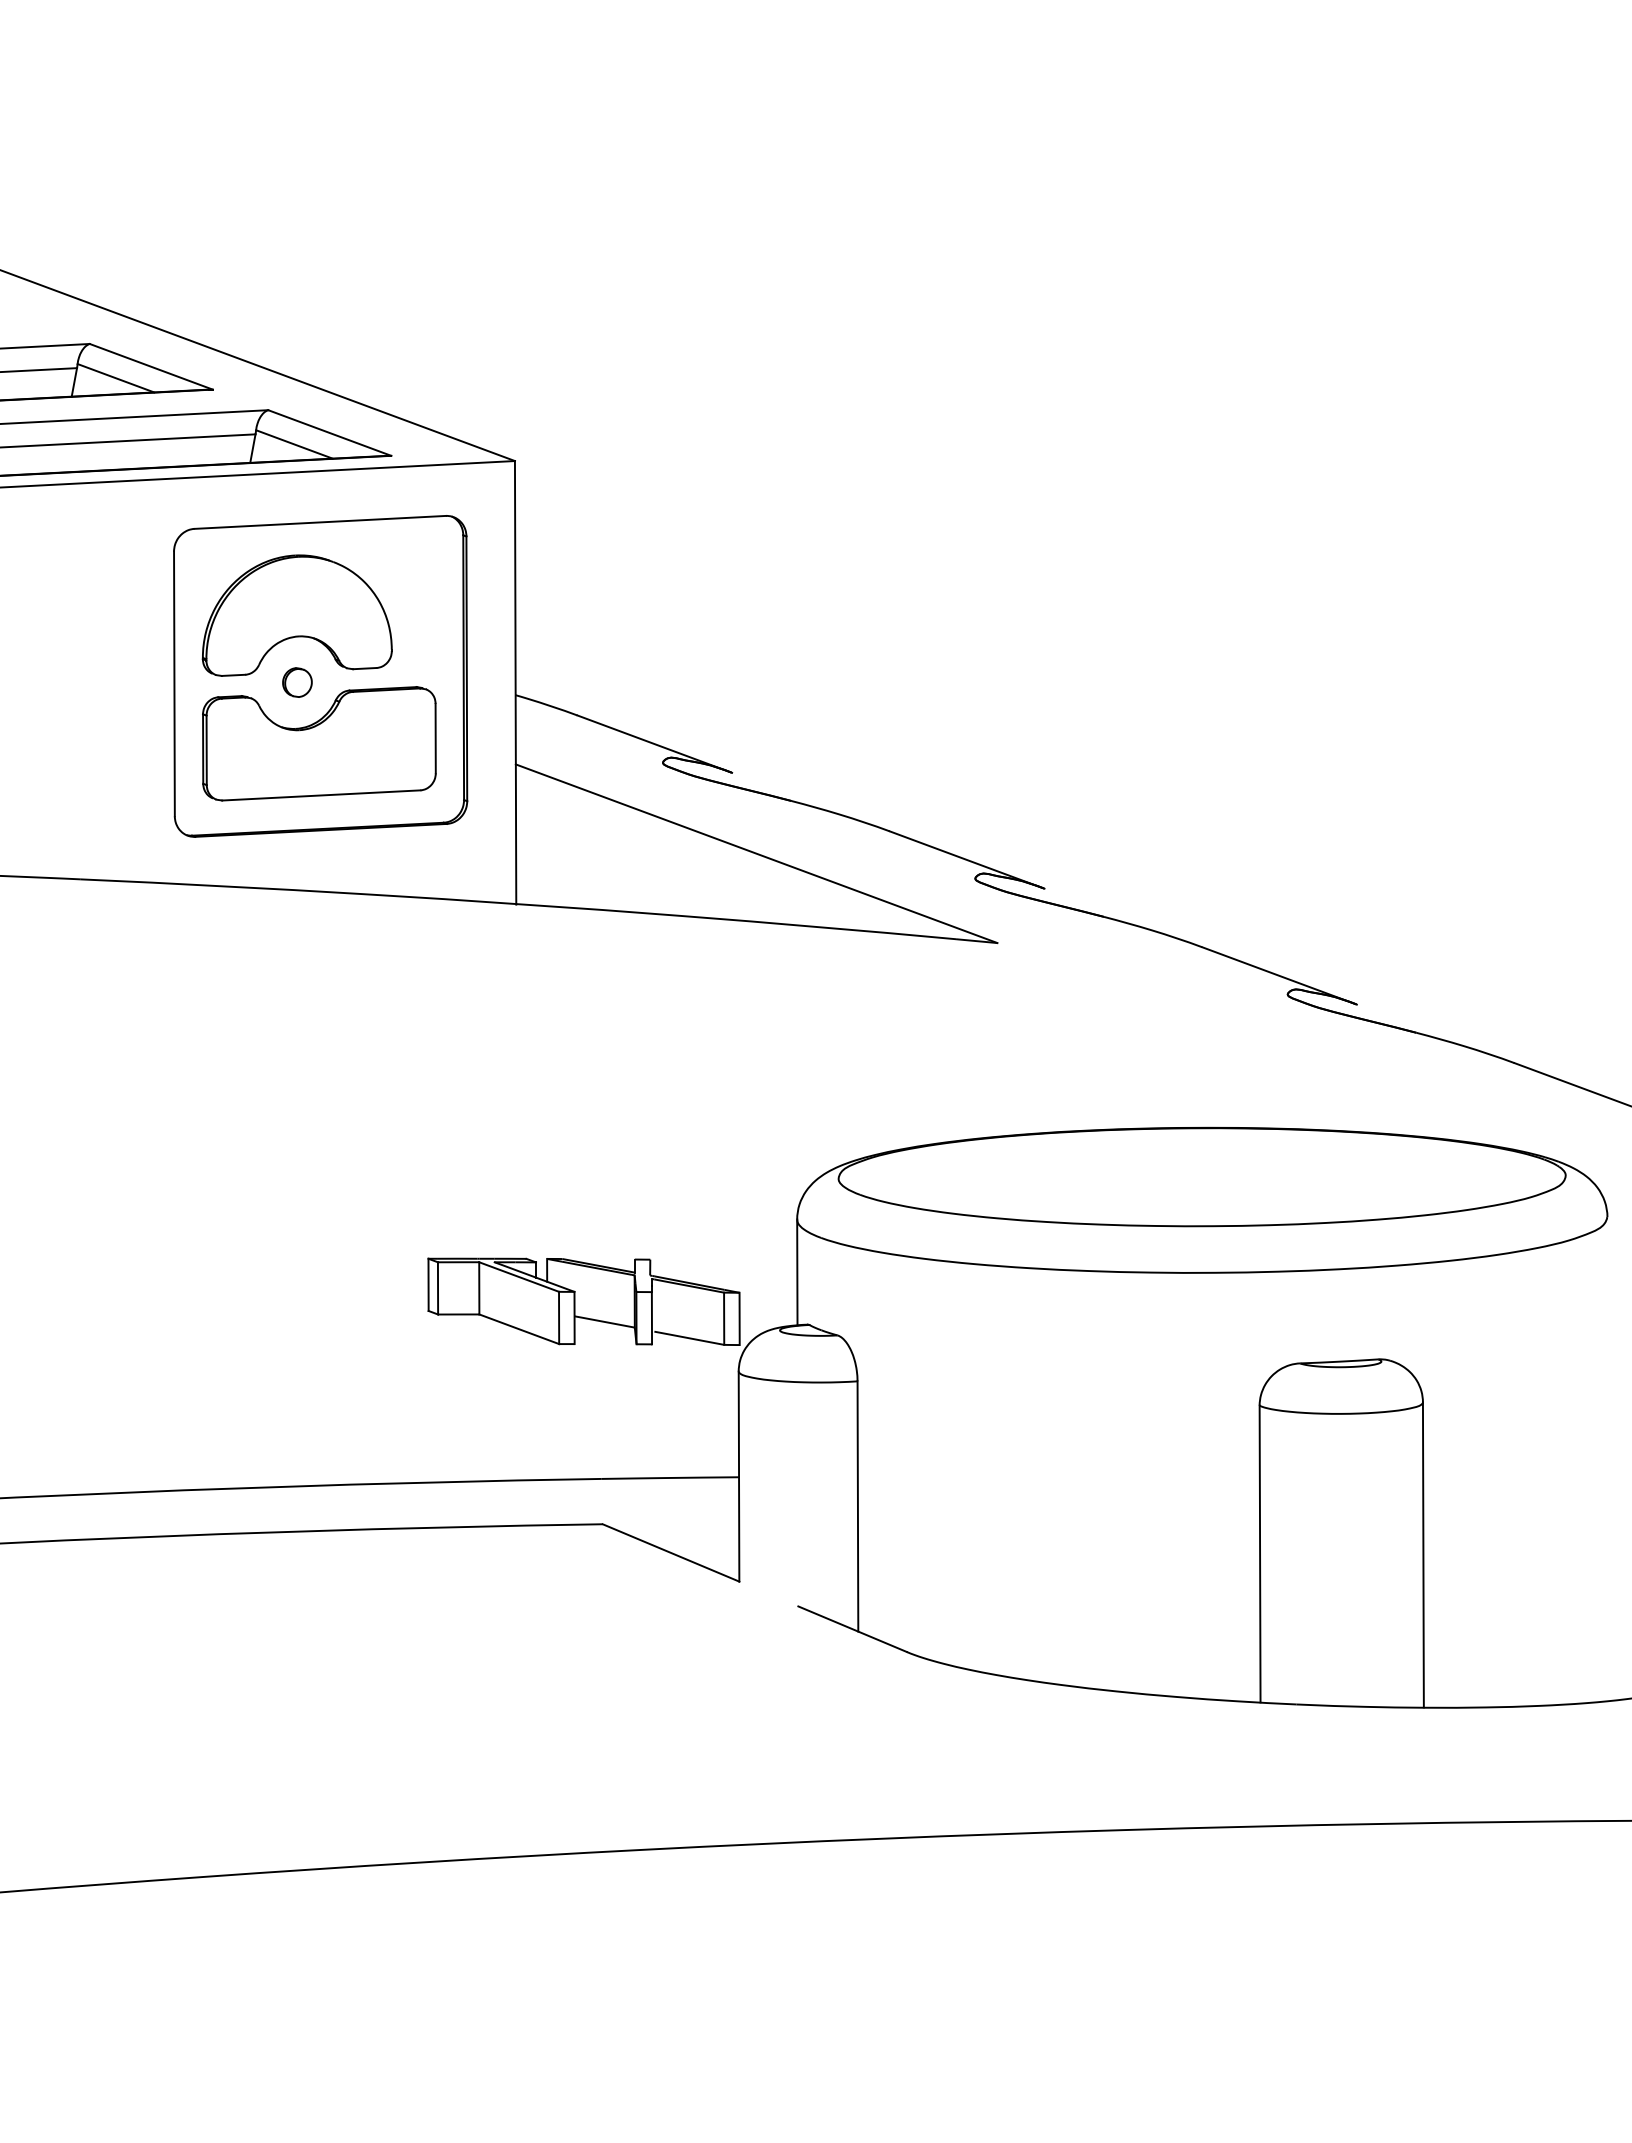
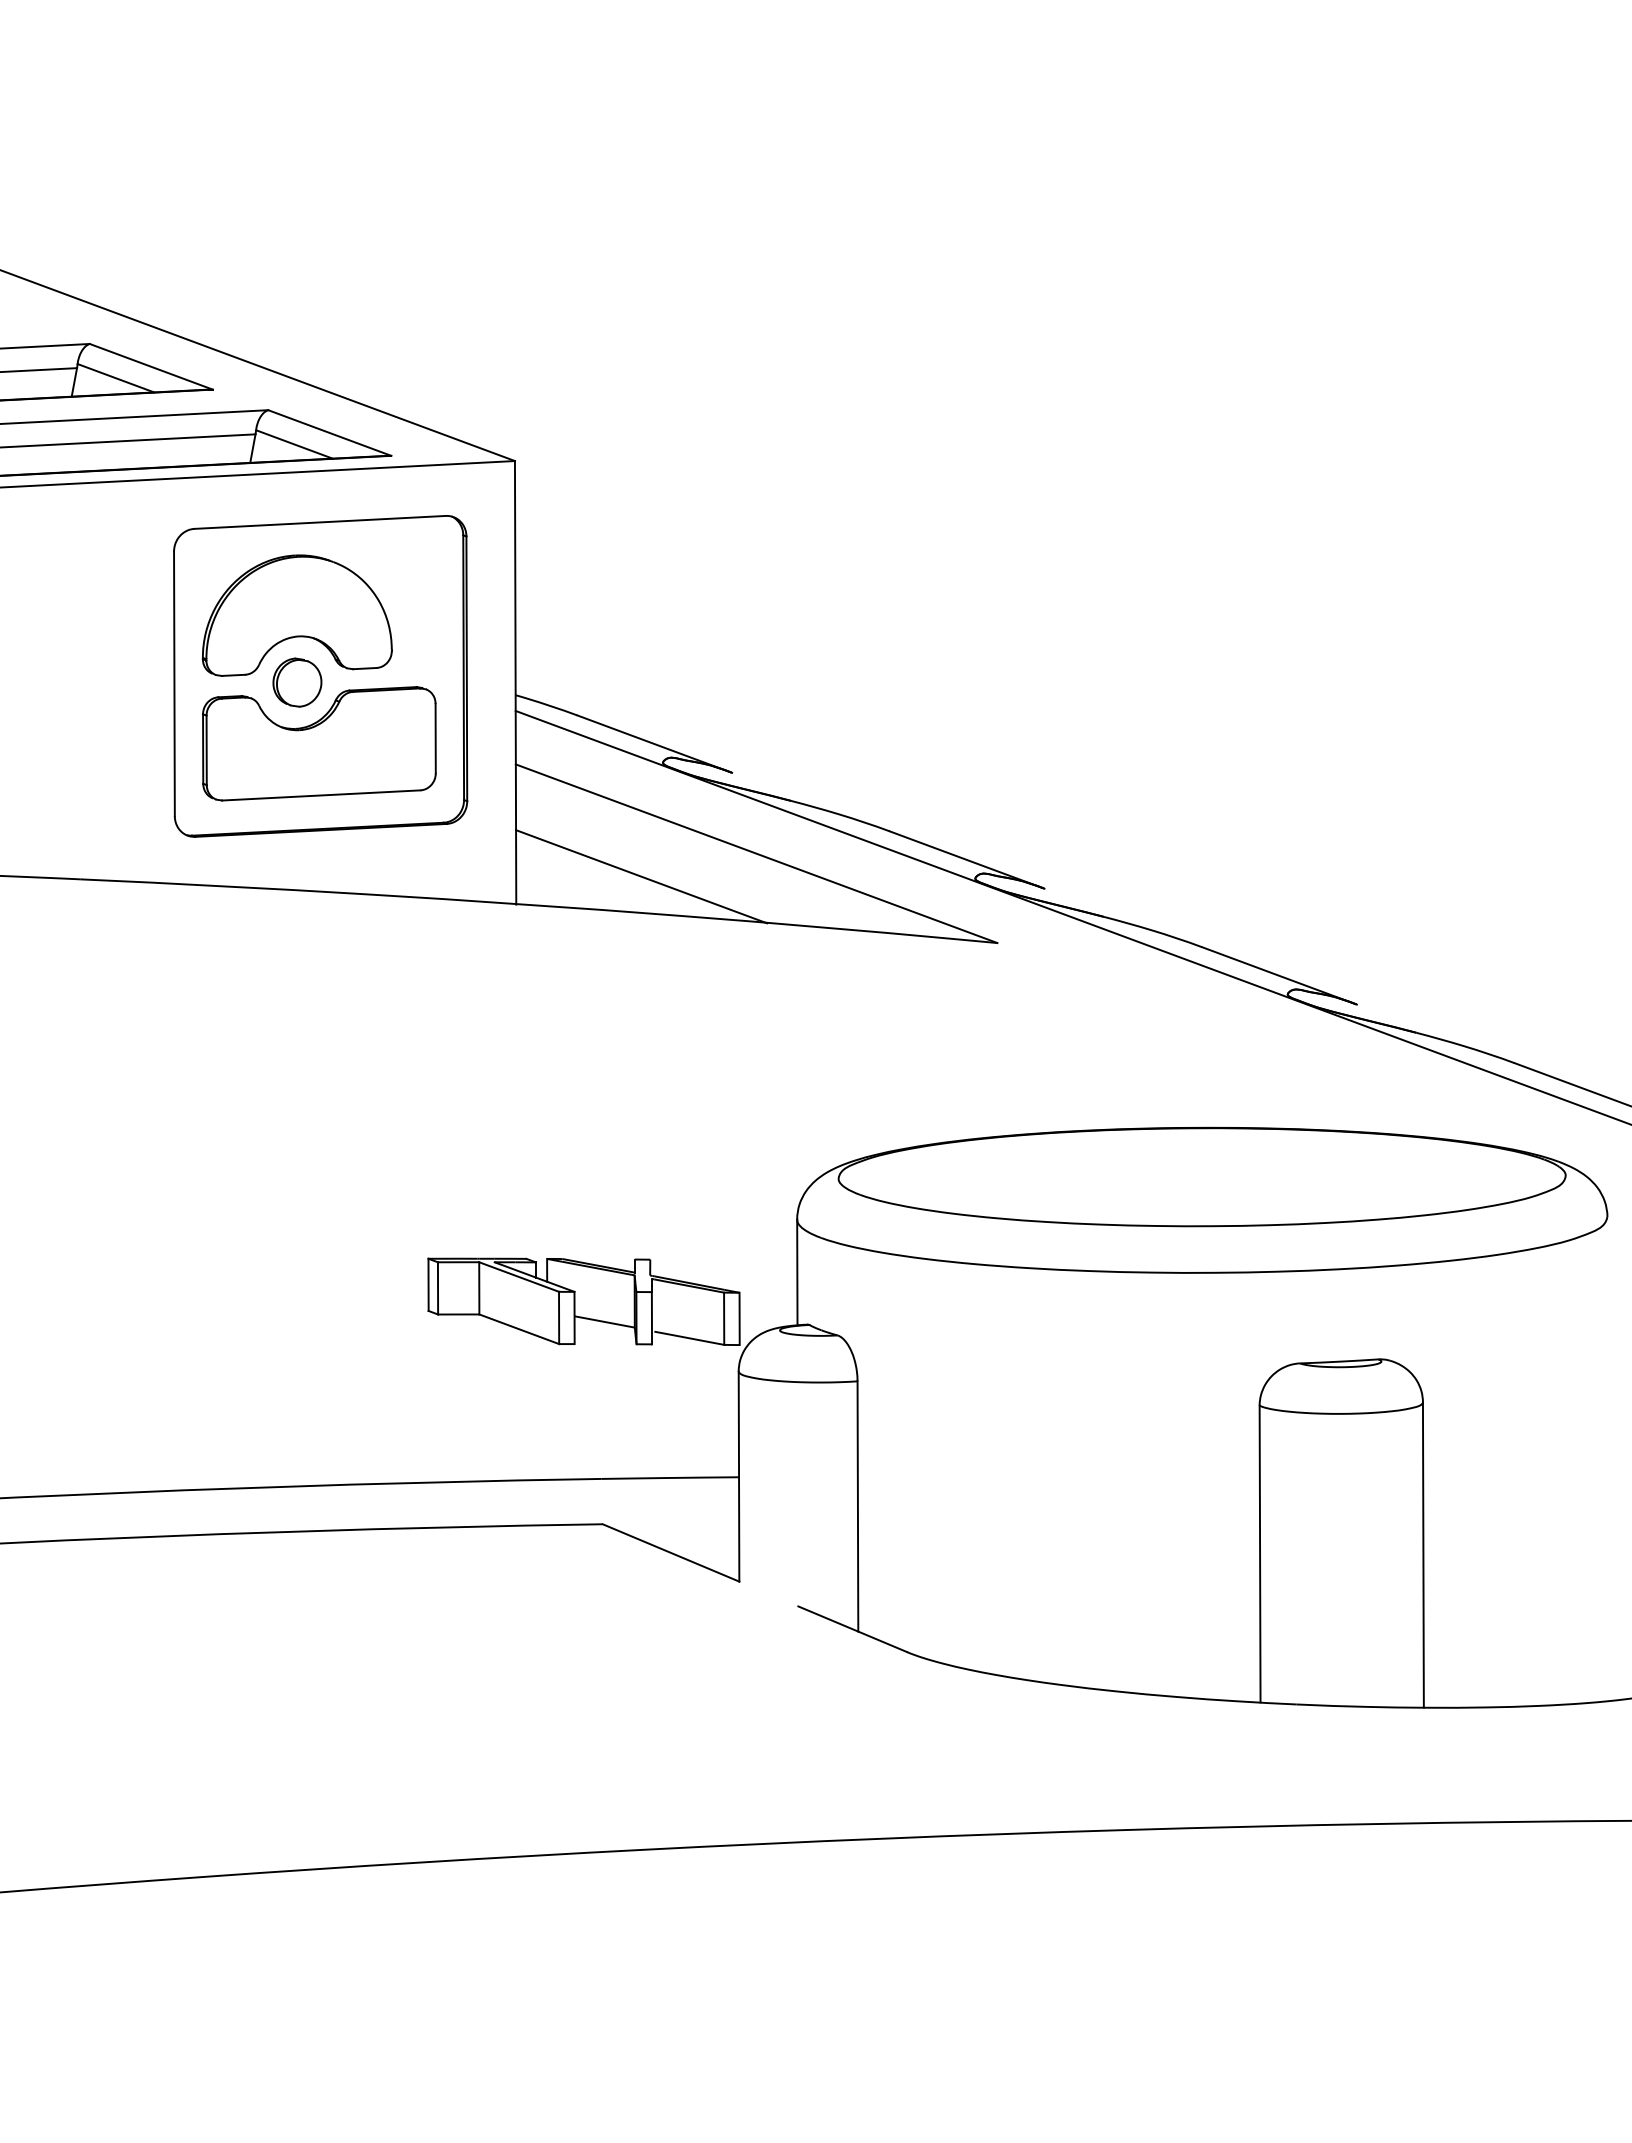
part at (297, 682) size: 31x31 px -> 51x51 px
line at (641, 876): none -> present
line at (1071, 916): none -> present
